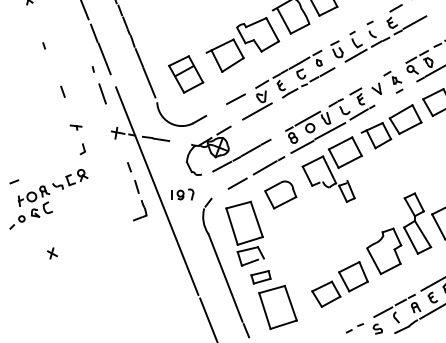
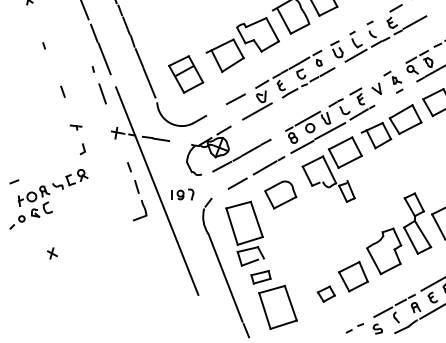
part at (326, 293) size: 31x28 px -> 20x18 px
line at (208, 318): present -> none
